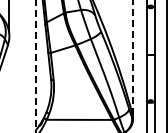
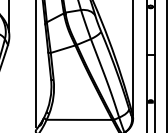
line at (133, 57): dashed -> solid
line at (35, 63): dashed -> solid
